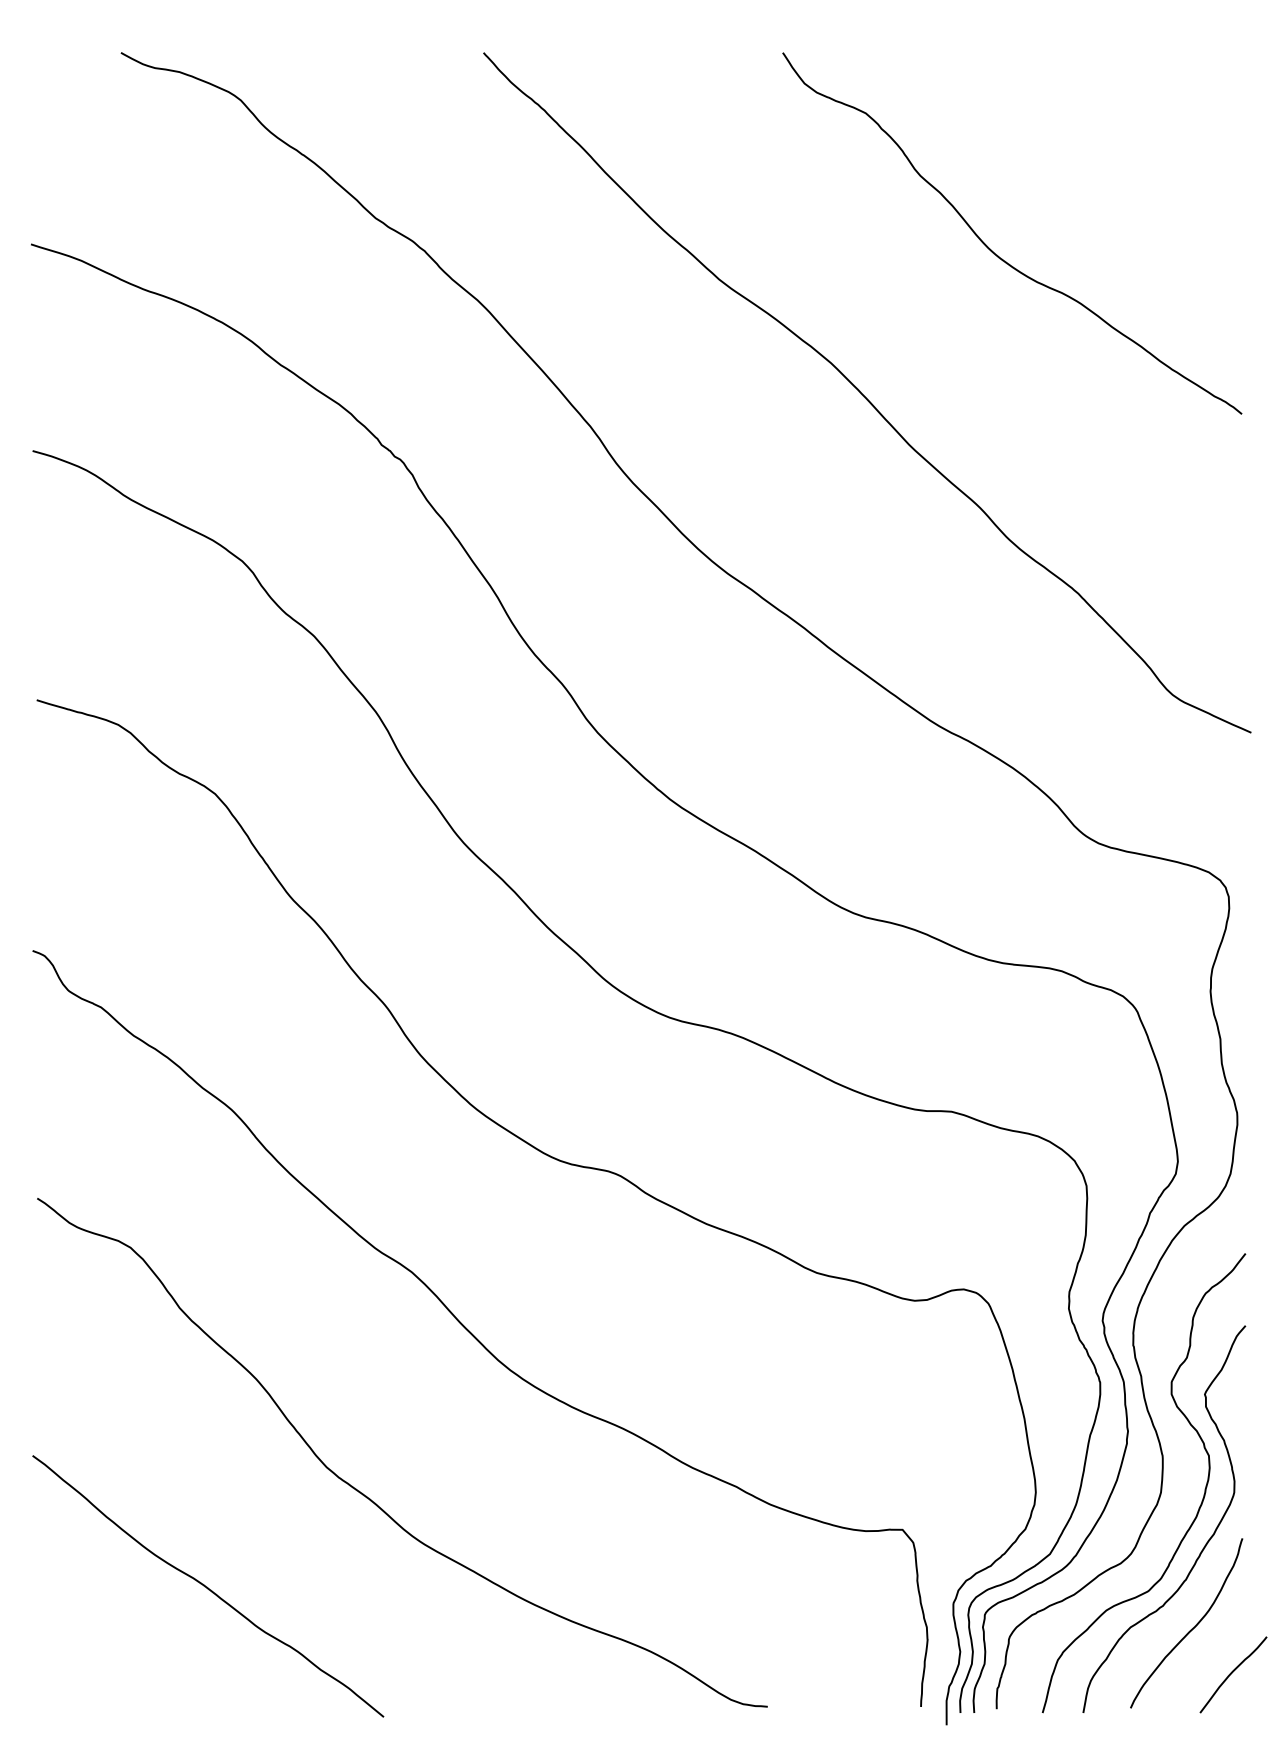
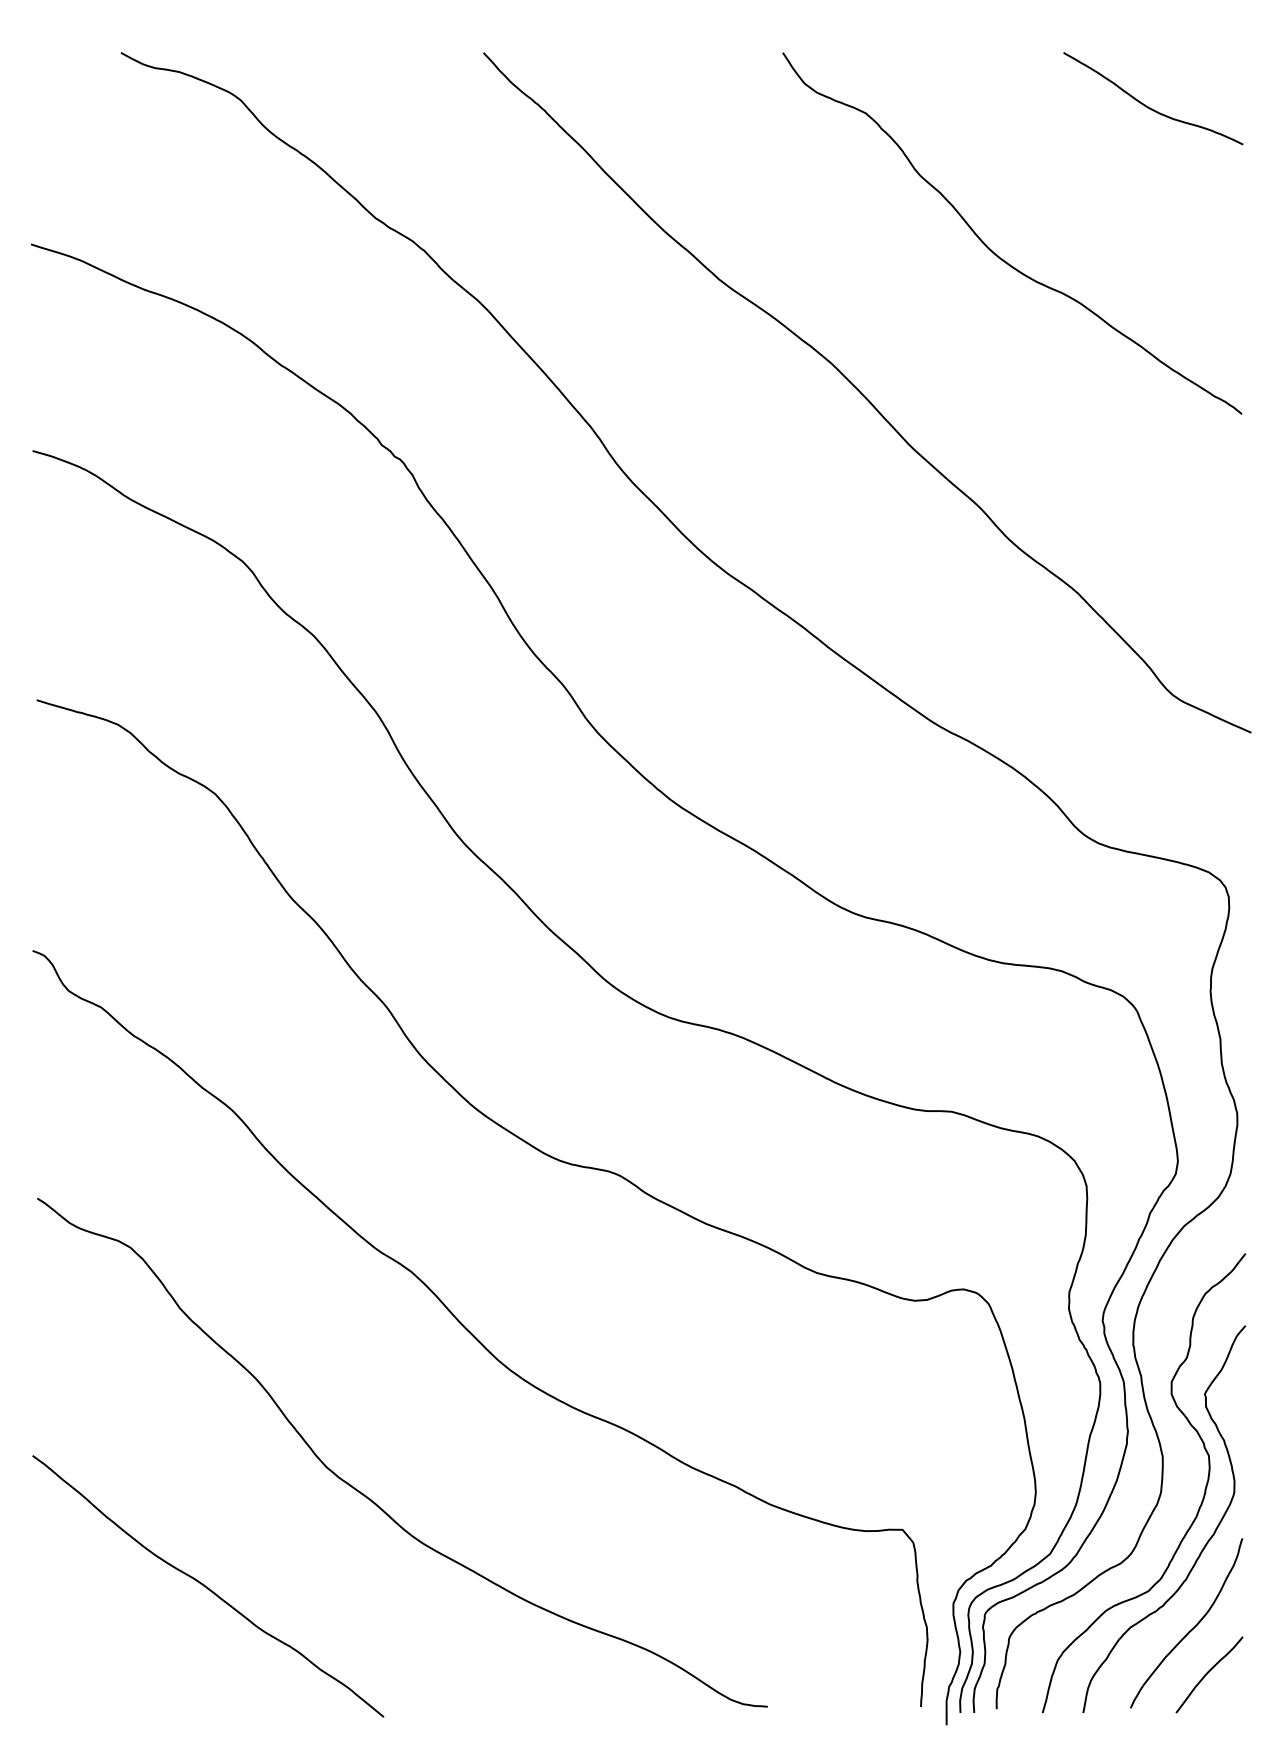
curve at (1148, 106): none -> present
curve at (1232, 1673) position: (1232, 1673) -> (1208, 1673)
